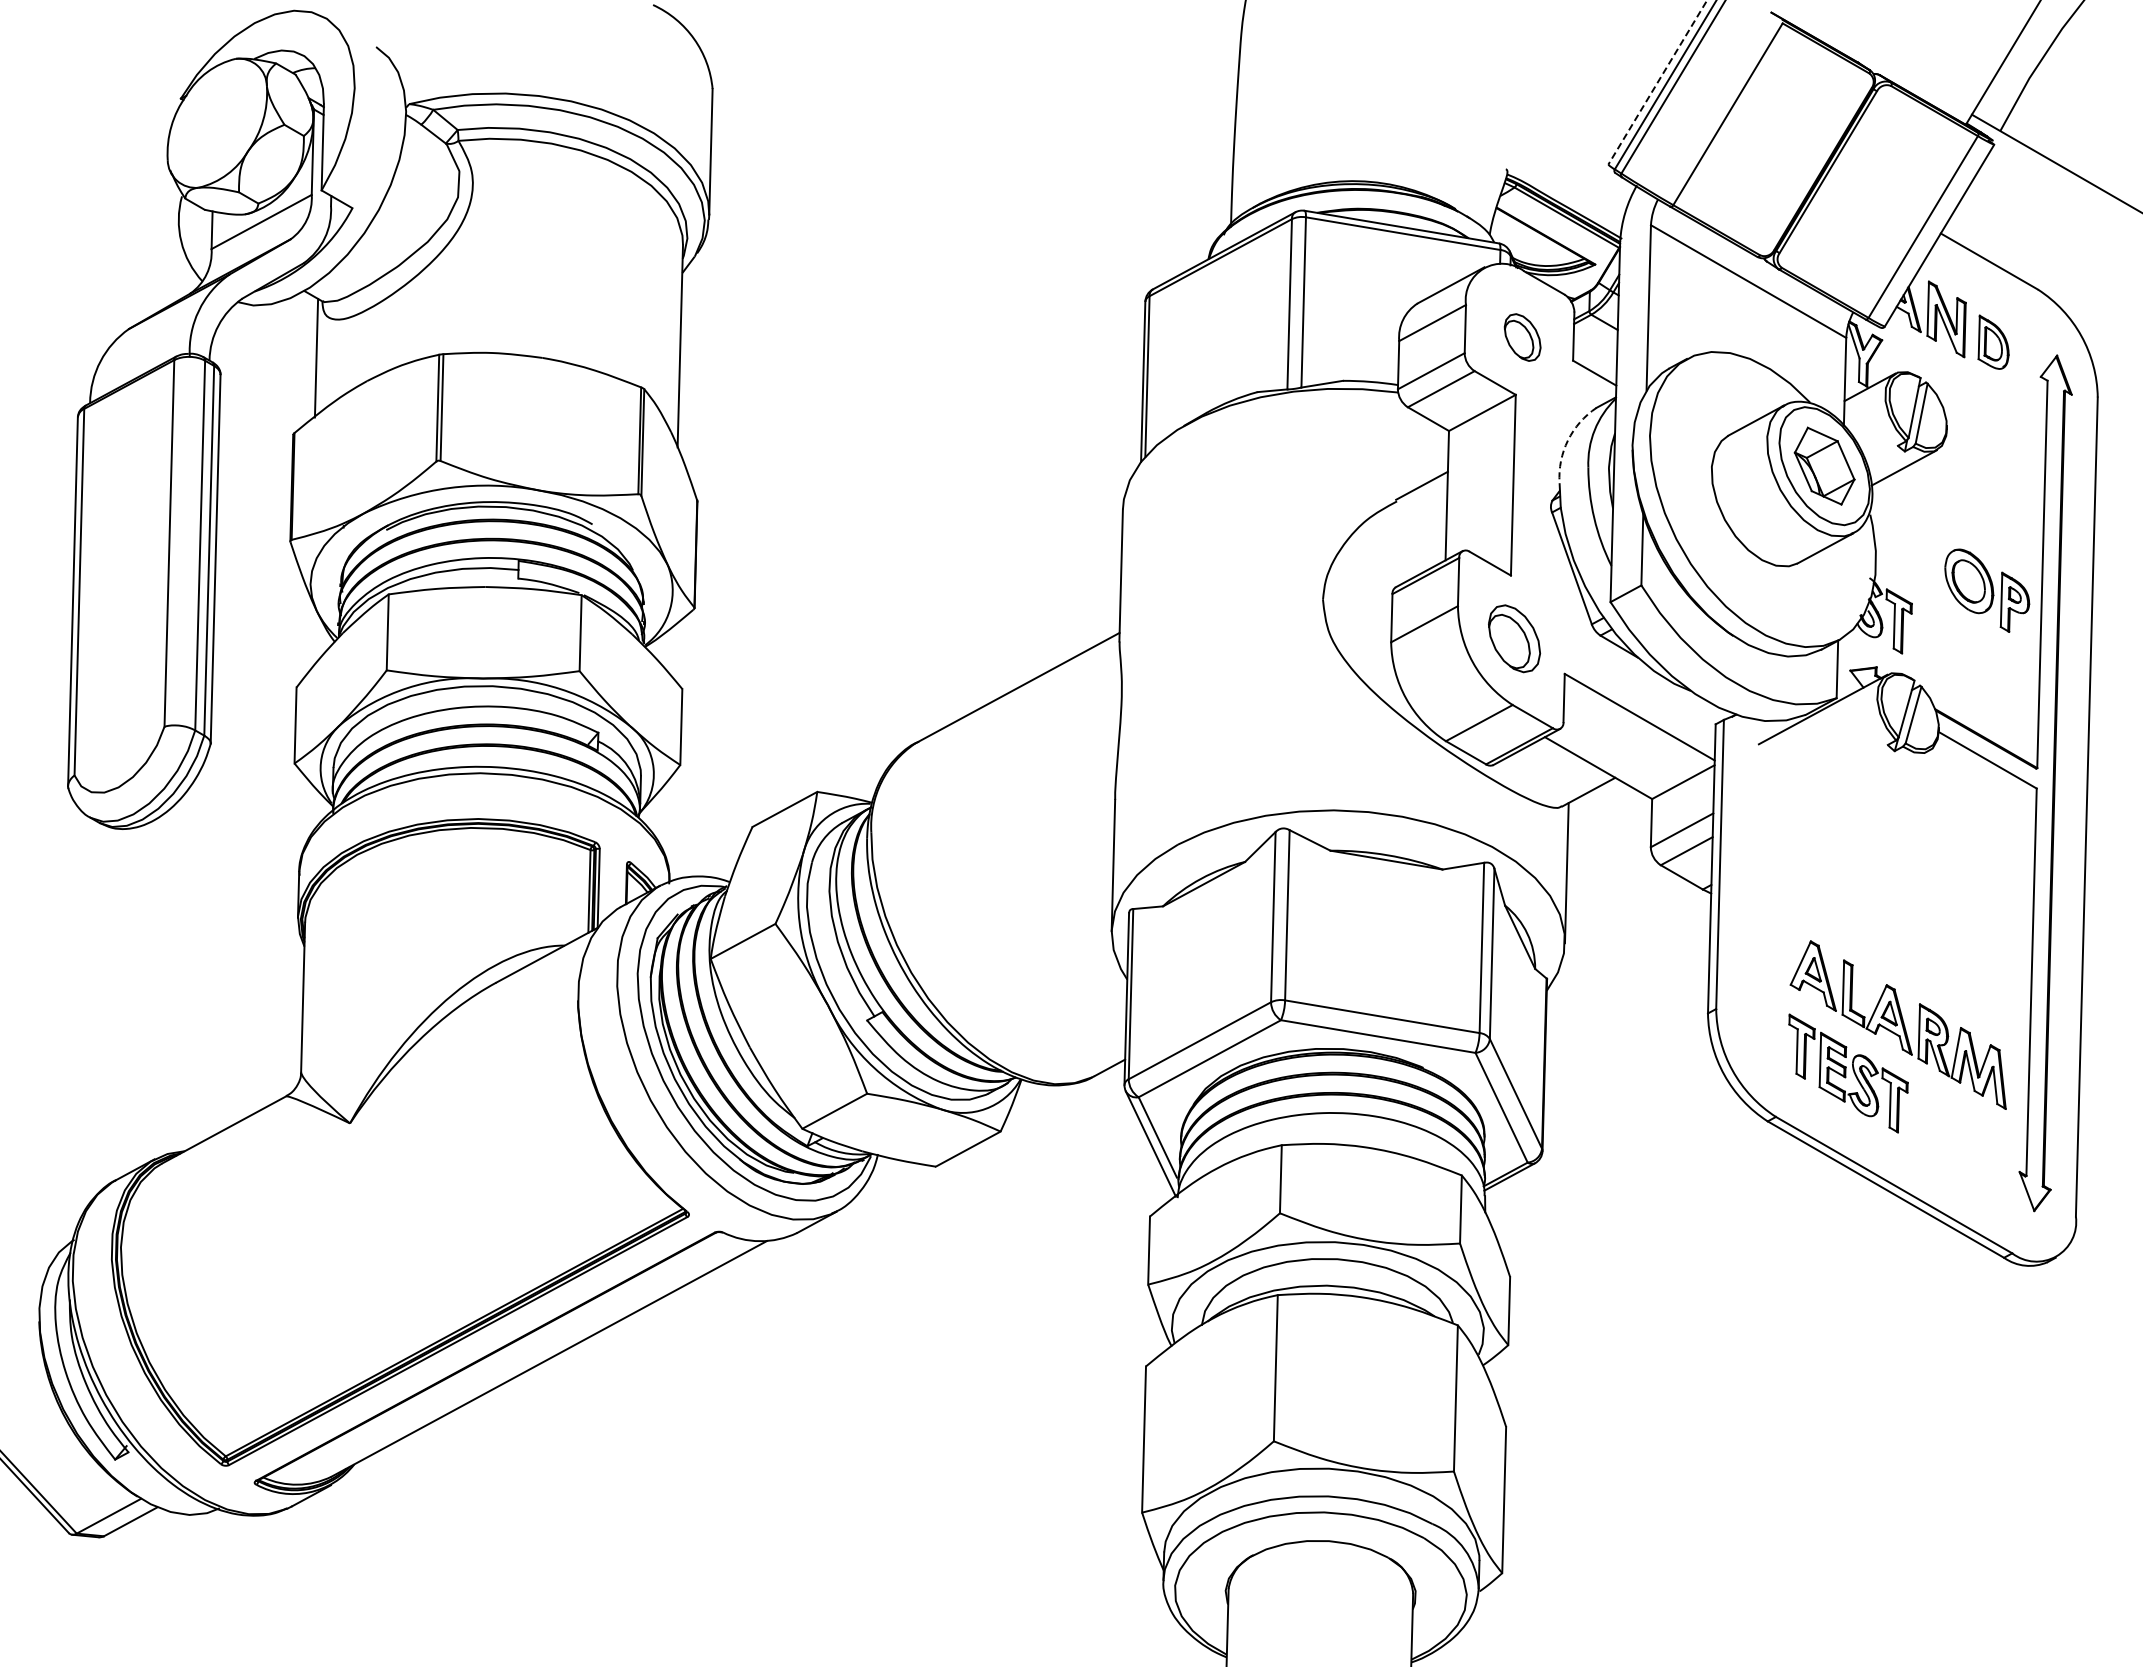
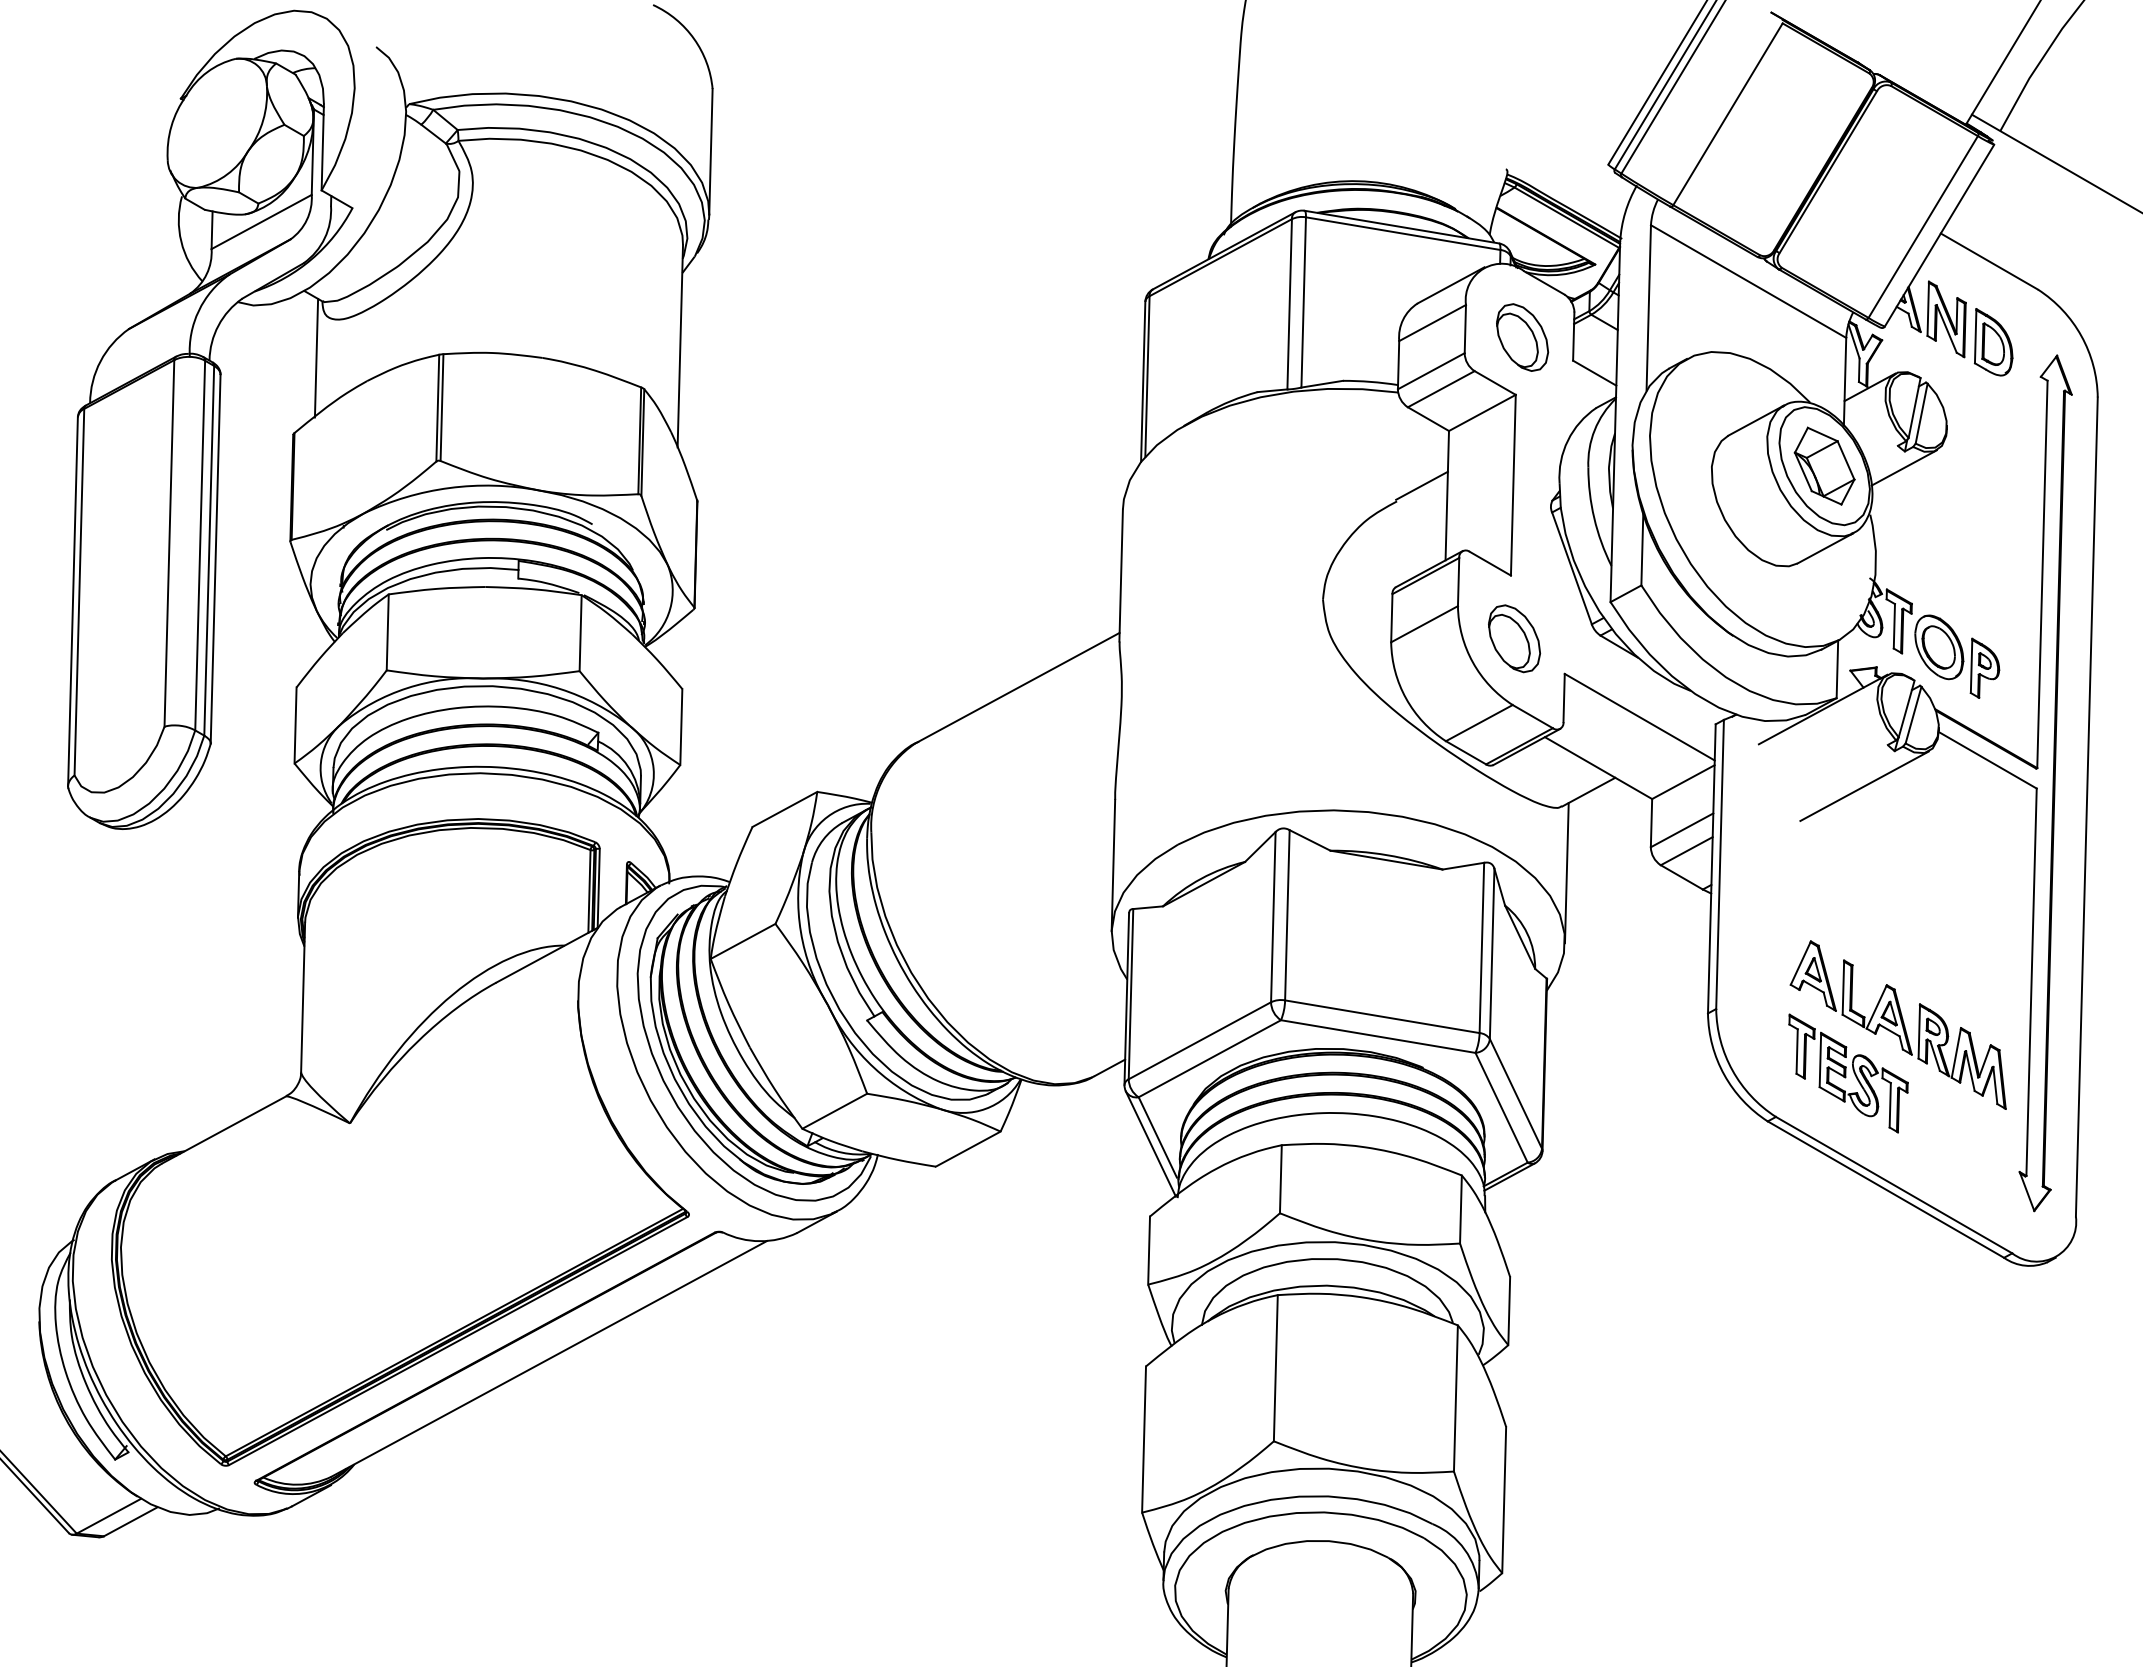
line at (1657, 82): dashed -> solid
part at (1522, 337) size: 39x49 px -> 54x69 px
part at (1993, 341) size: 33x56 px -> 41x69 px
arc at (1567, 440): dashed -> solid
part at (1987, 590) position: (1987, 590) -> (1957, 656)
line at (1864, 786): none -> present
